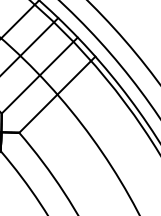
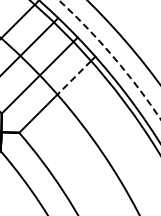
arc at (113, 57): solid -> dashed
line at (74, 77): solid -> dashed
